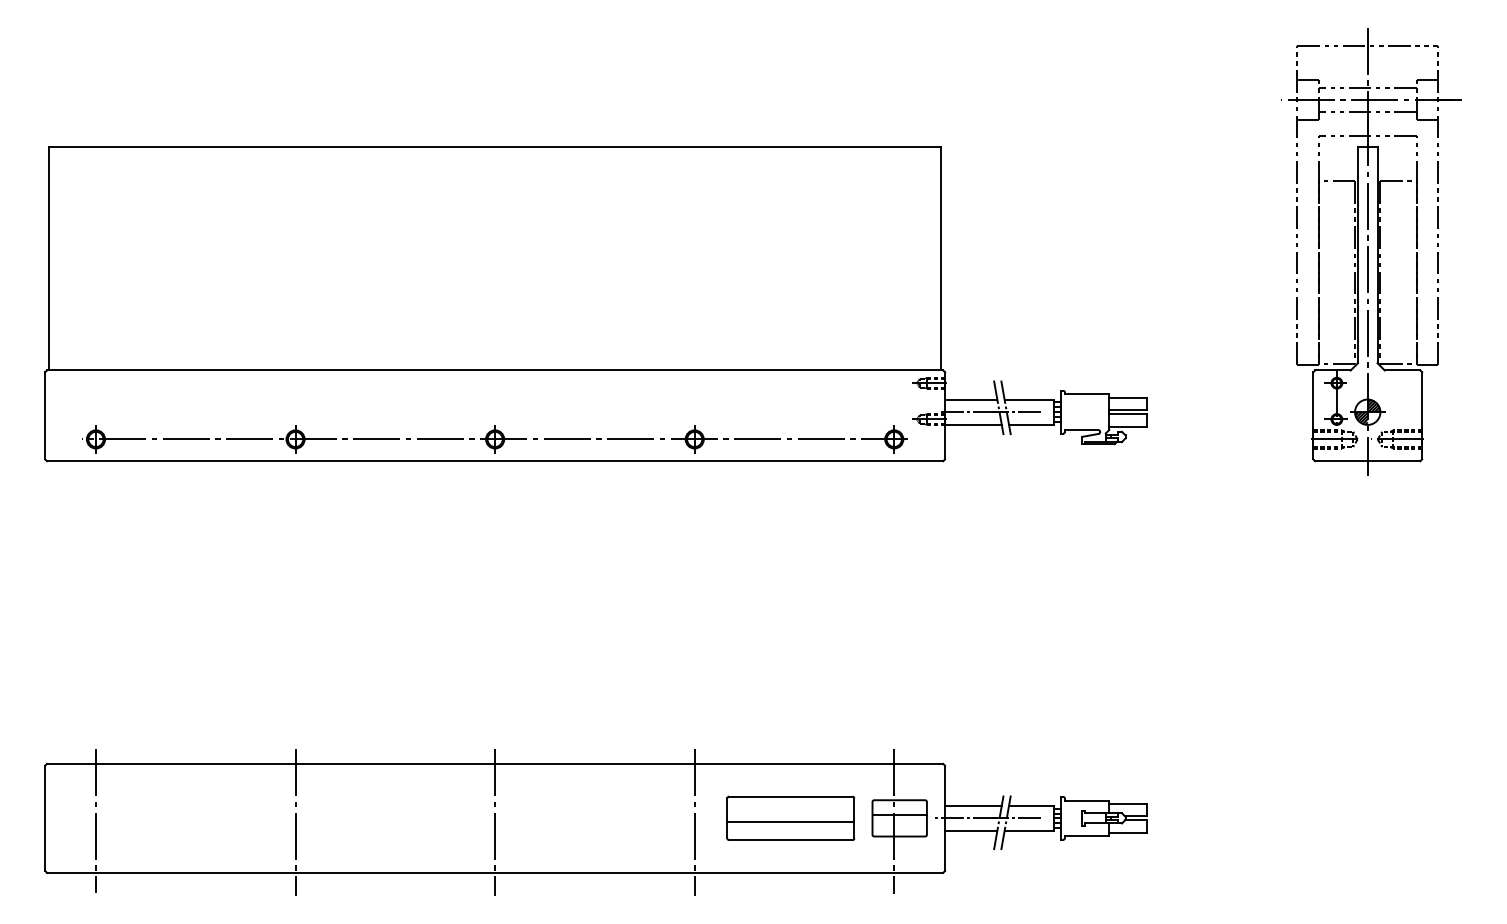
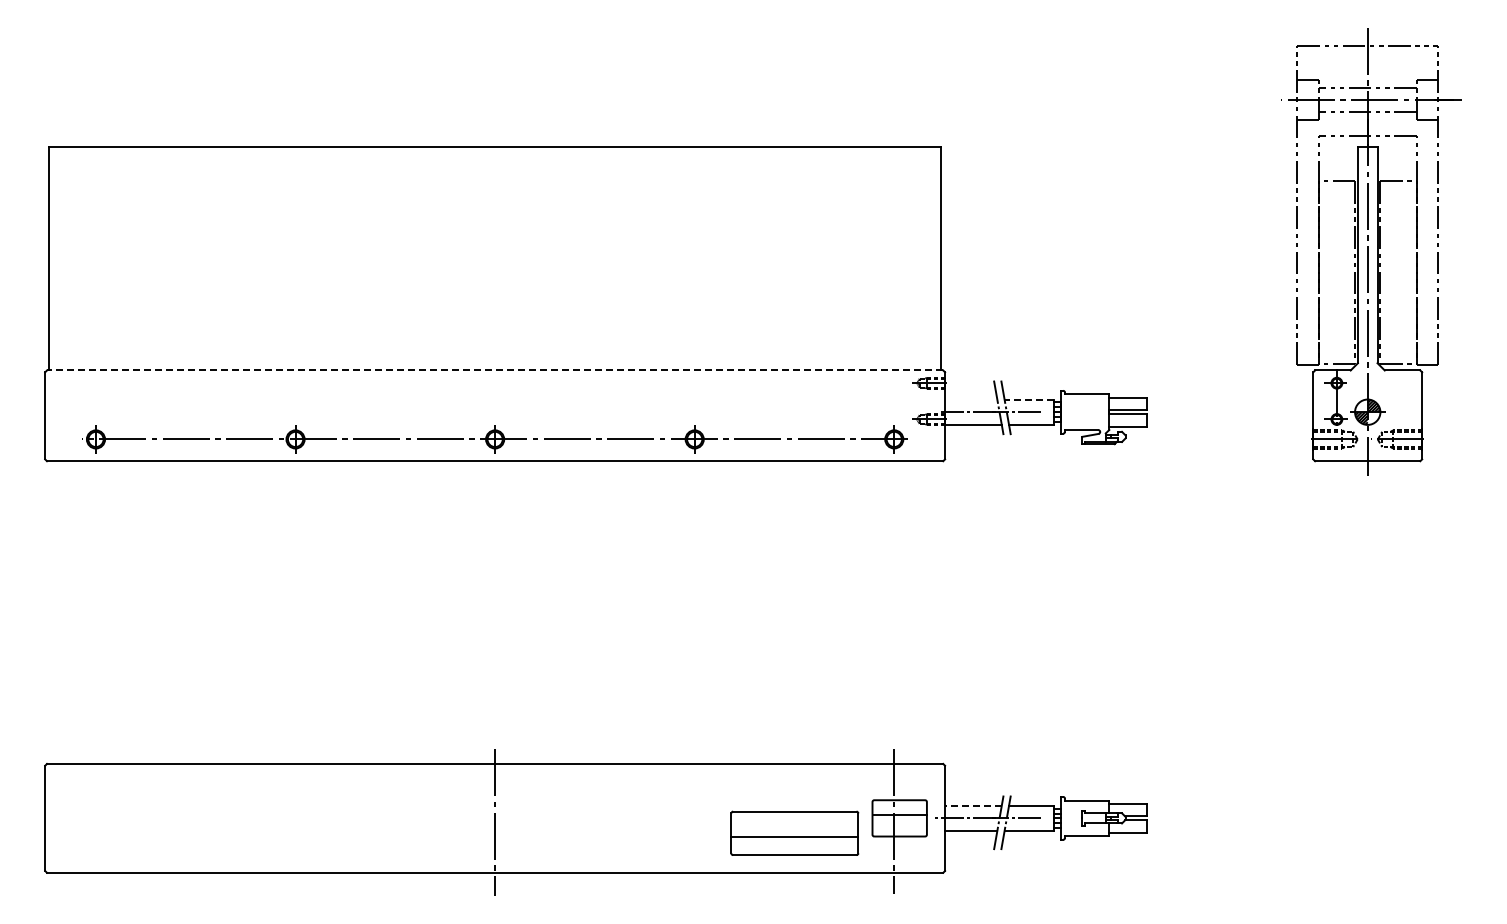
line at (494, 370): solid -> dashed
line at (971, 399): present -> none
line at (1029, 399): solid -> dashed
line at (972, 805): solid -> dashed
part at (790, 817) position: (790, 817) -> (794, 832)
line at (95, 820): present -> none
line at (295, 822): present -> none
line at (694, 822): present -> none
